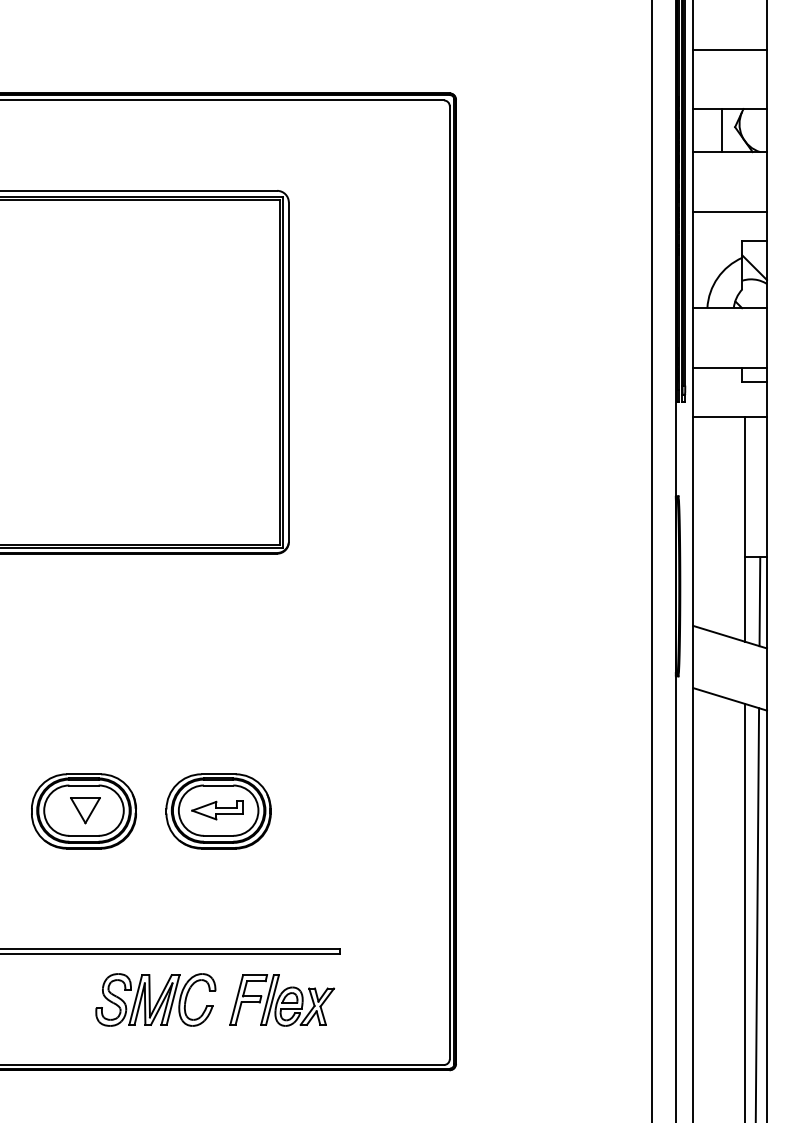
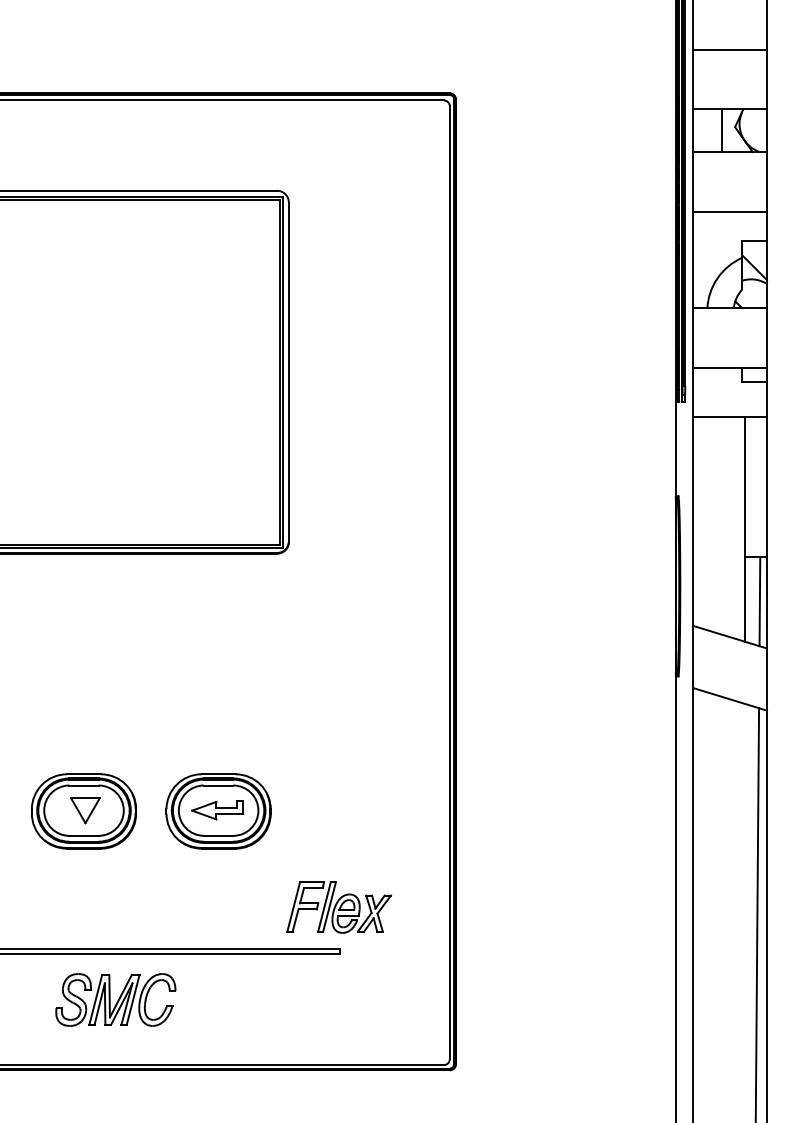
line at (652, 560): present -> none
line at (745, 911): present -> none
part at (155, 999) position: (155, 999) -> (115, 999)
part at (282, 1000) position: (282, 1000) -> (339, 907)
